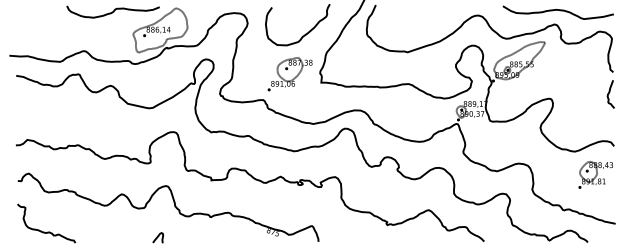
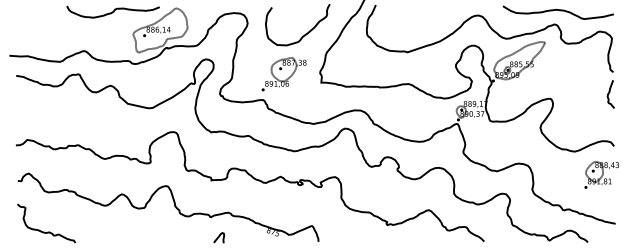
part at (289, 74) position: (289, 74) -> (283, 74)
part at (595, 174) position: (595, 174) -> (601, 174)
curve at (158, 237) position: (158, 237) -> (219, 237)
